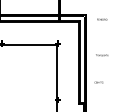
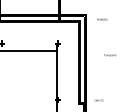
line at (29, 44) position: (29, 44) -> (29, 50)
text at (102, 55) position: (102, 55) -> (110, 55)
text at (98, 82) position: (98, 82) -> (98, 100)
